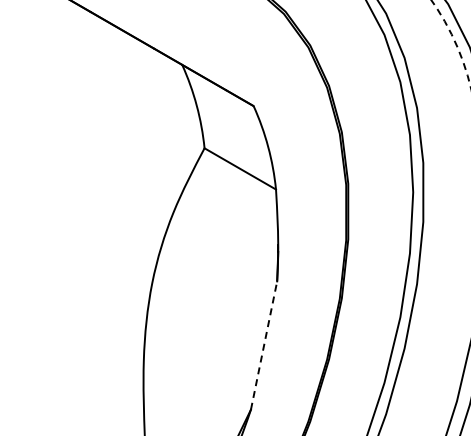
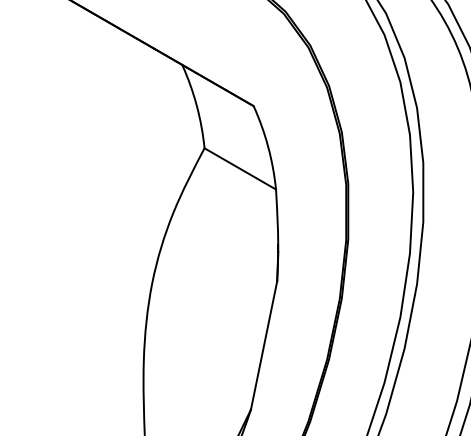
arc at (455, 42): dashed -> solid
line at (264, 345): dashed -> solid
